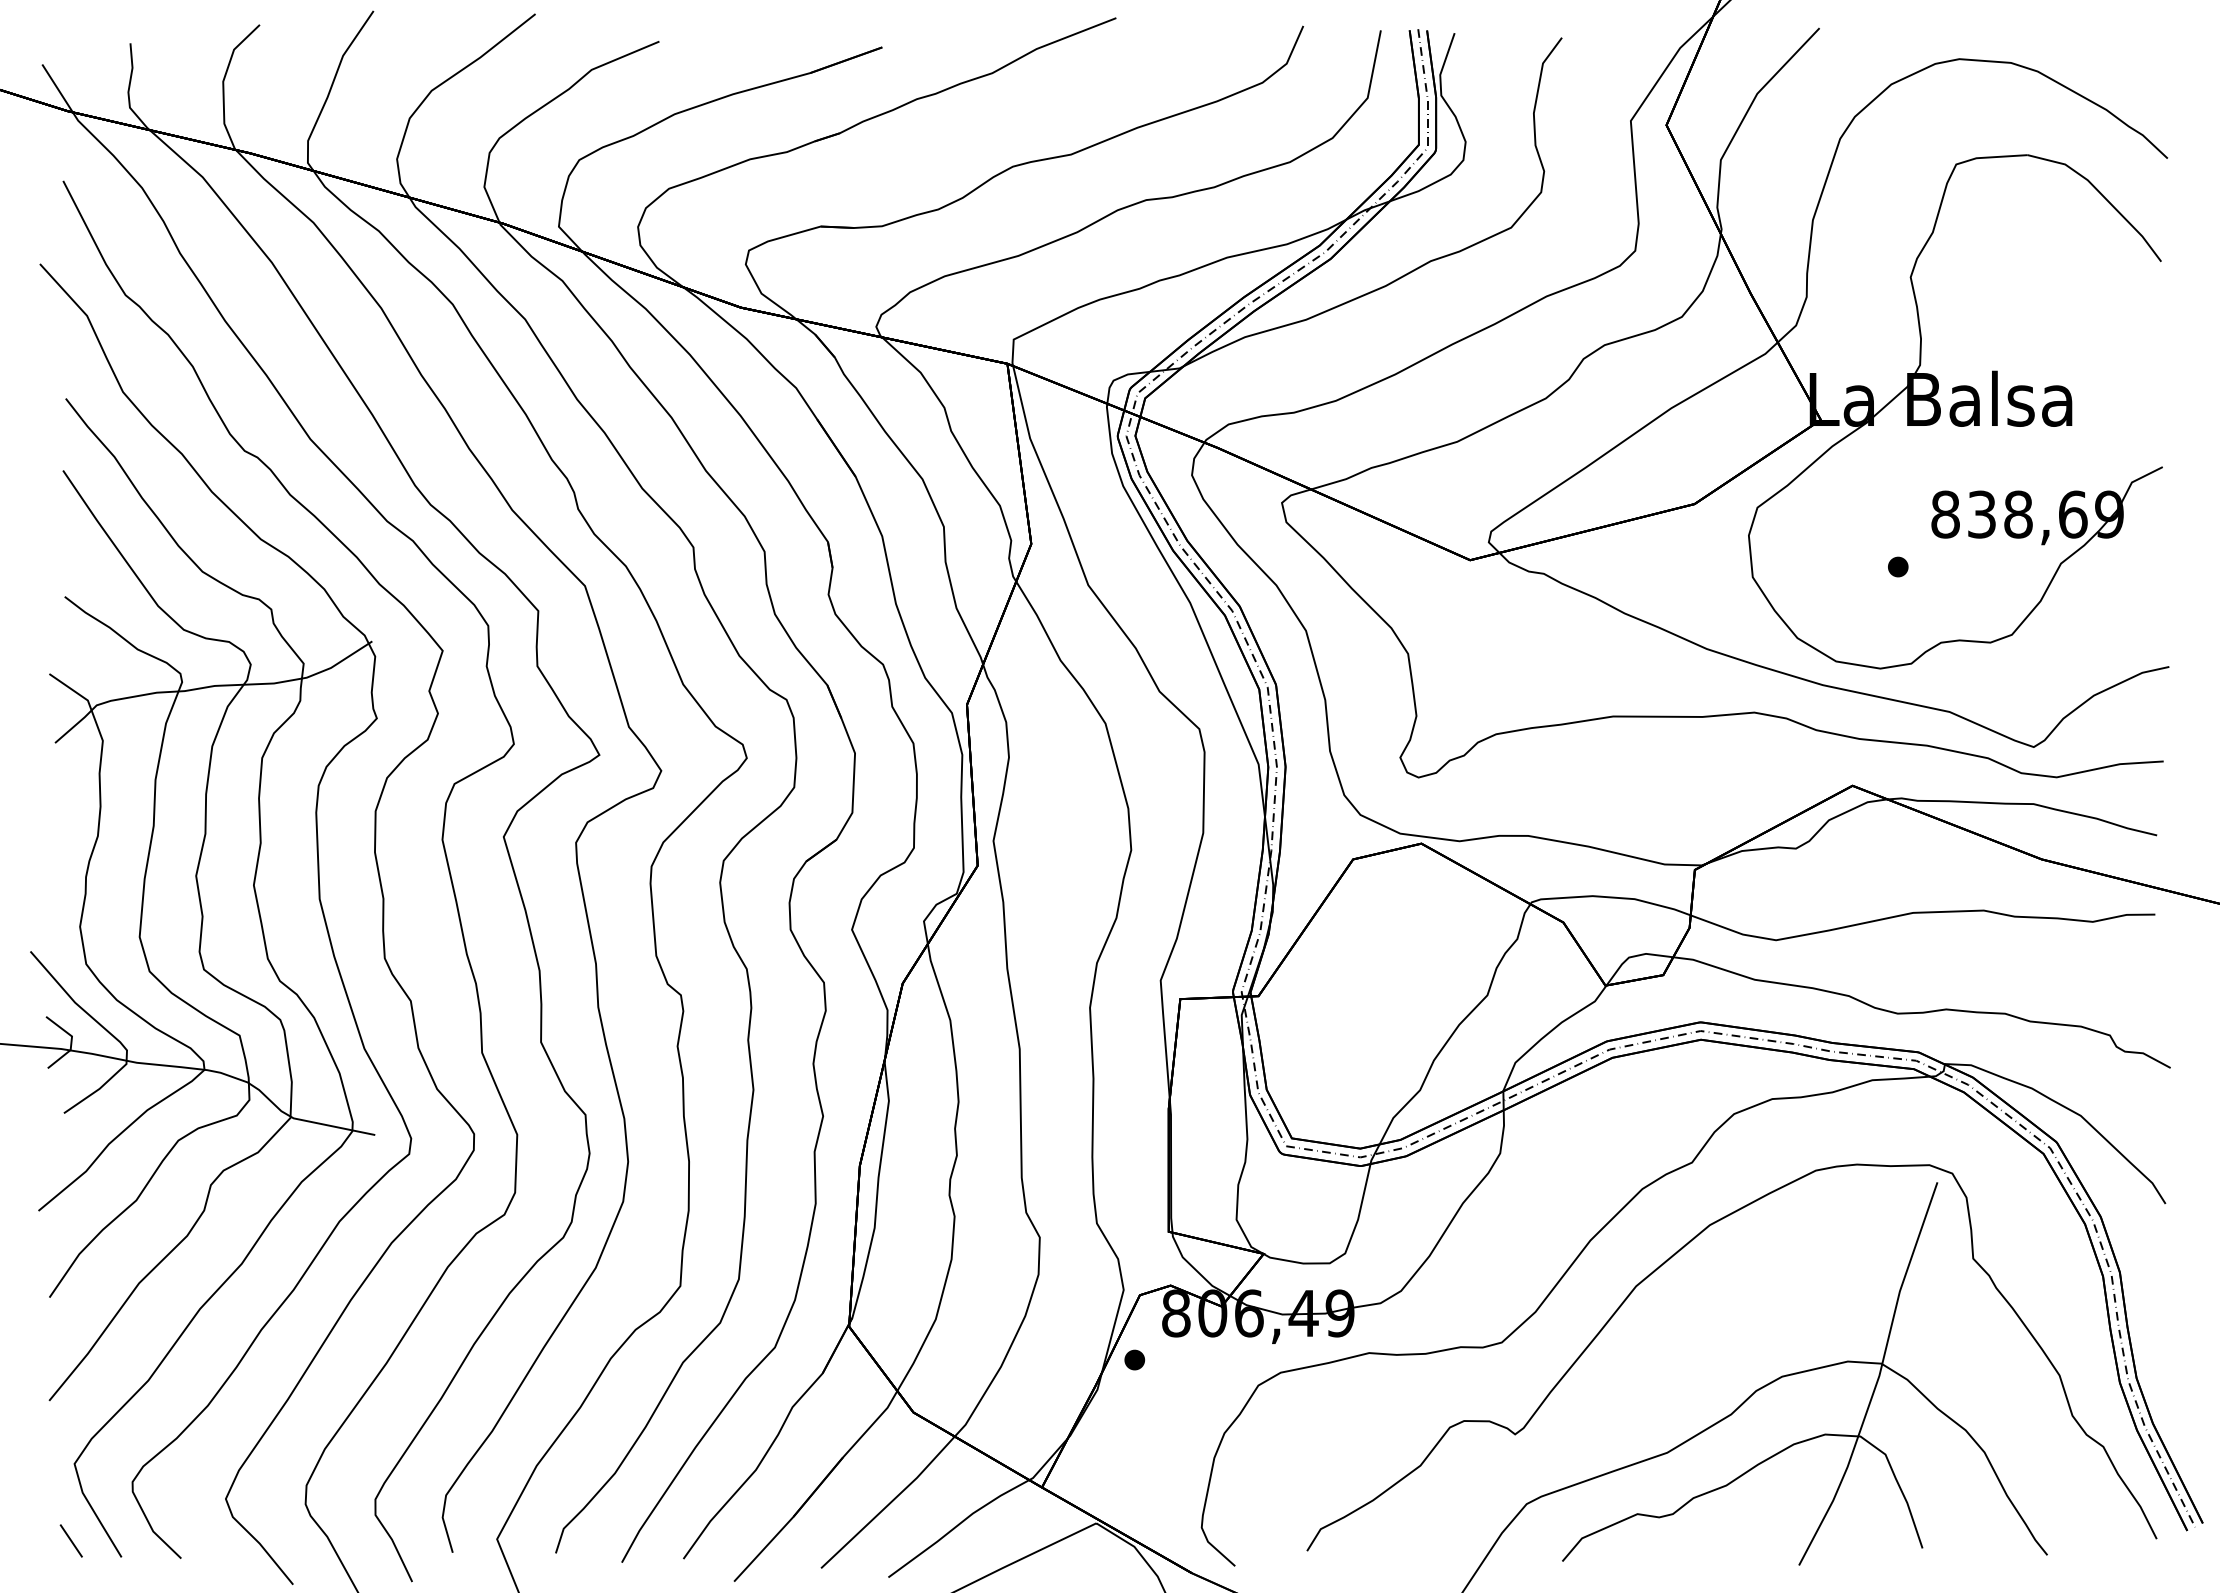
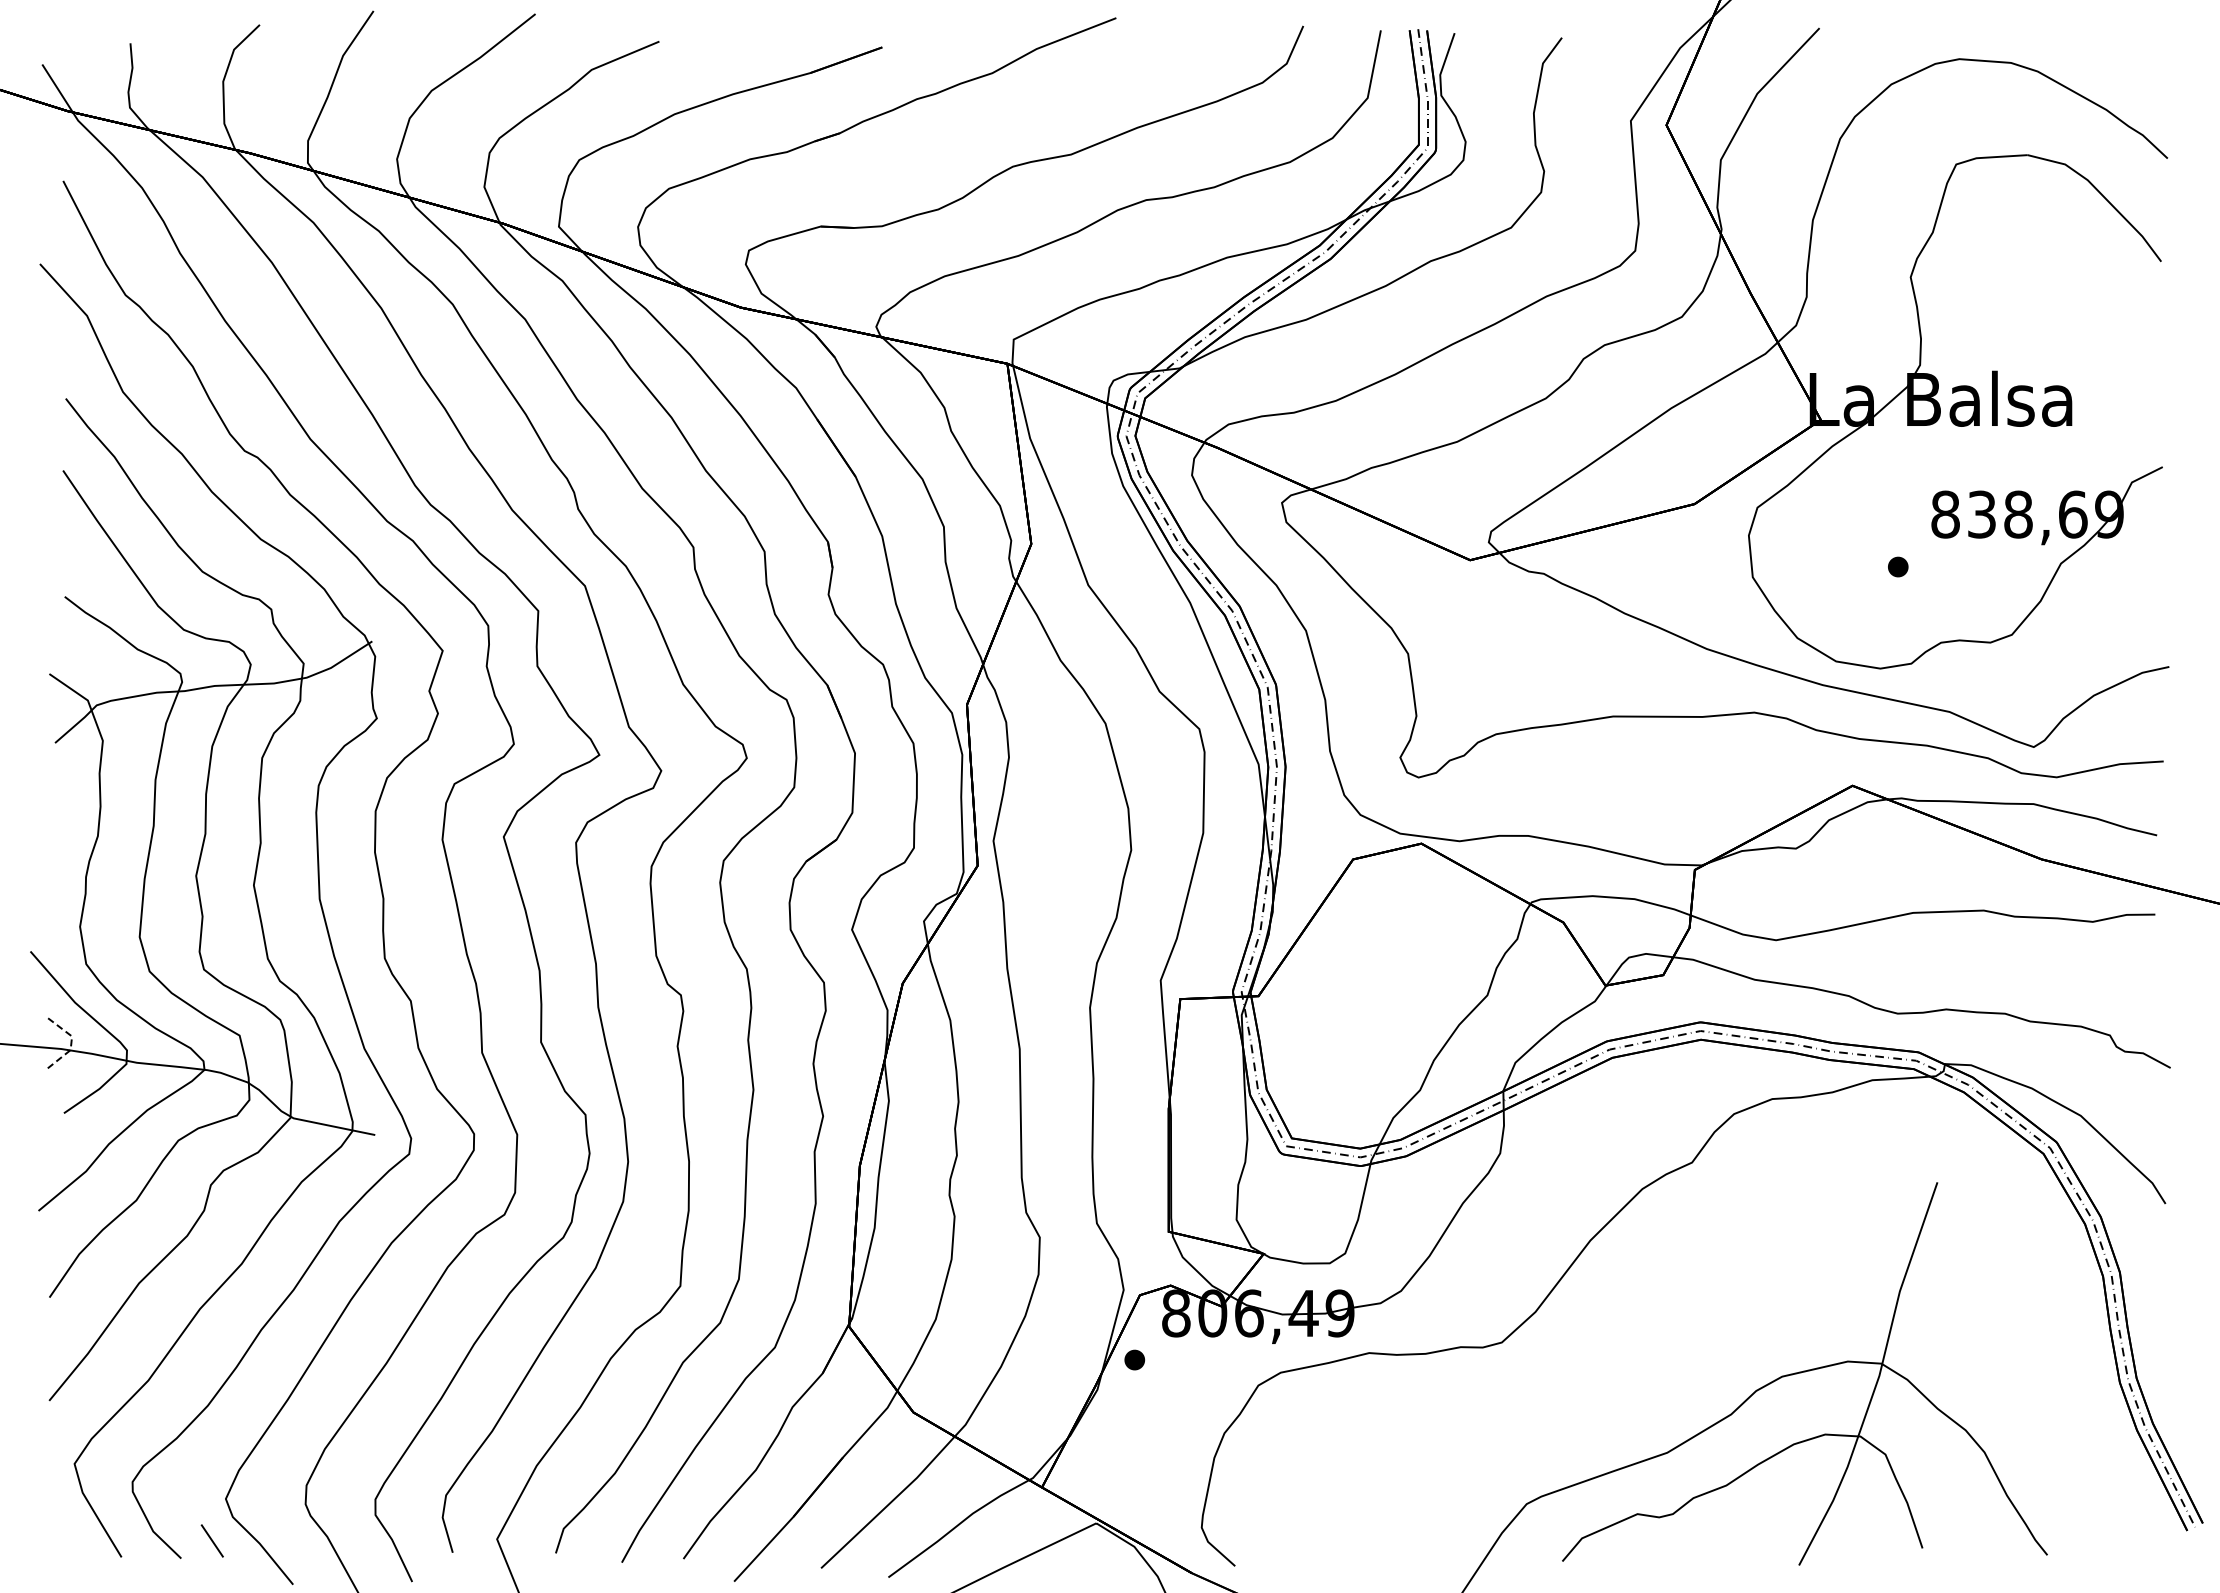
line at (71, 1041): solid -> dashed
curve at (1659, 1268): present -> none
line at (70, 1540) position: (70, 1540) -> (211, 1540)
